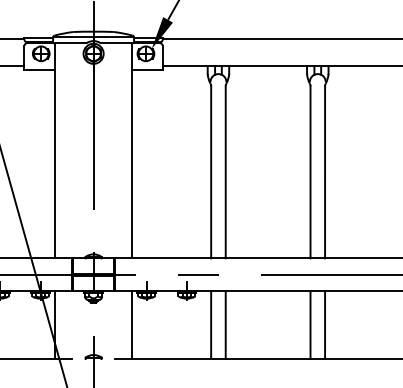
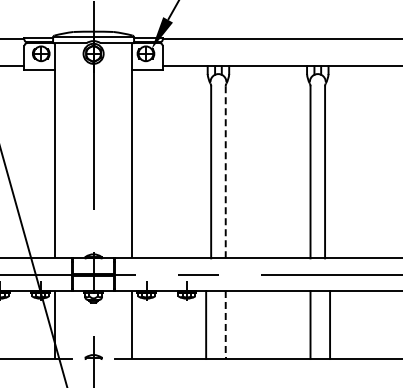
line at (225, 172): solid -> dashed
line at (211, 324) position: (211, 324) -> (206, 324)
line at (325, 324) position: (325, 324) -> (330, 324)
line at (225, 325): solid -> dashed
